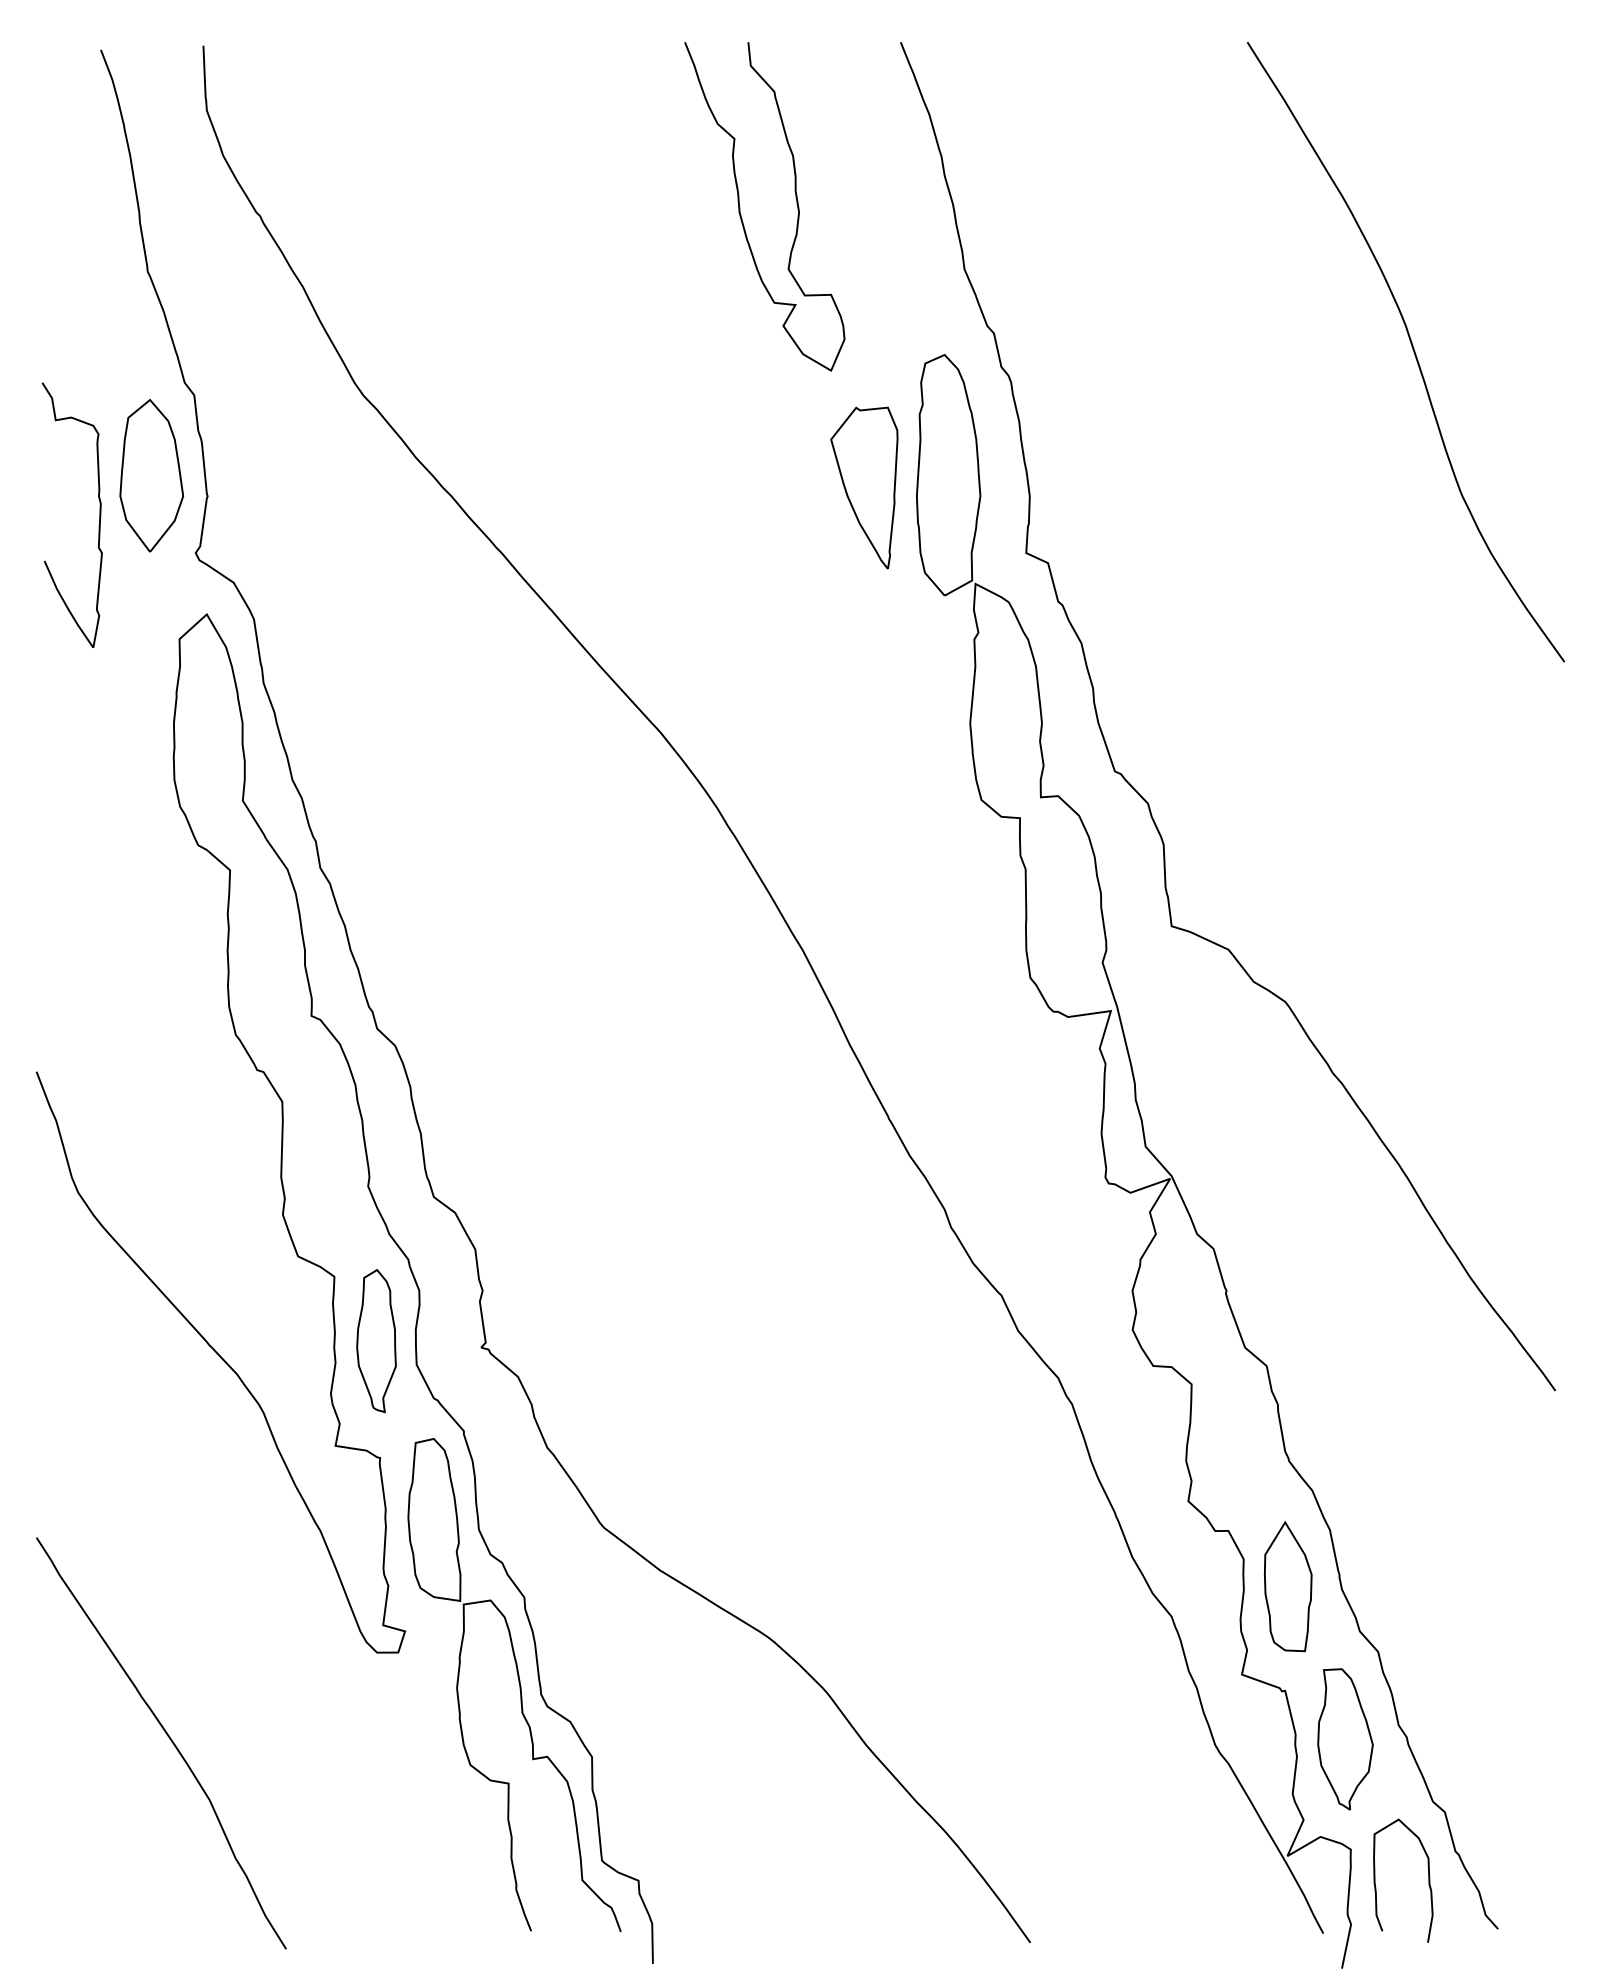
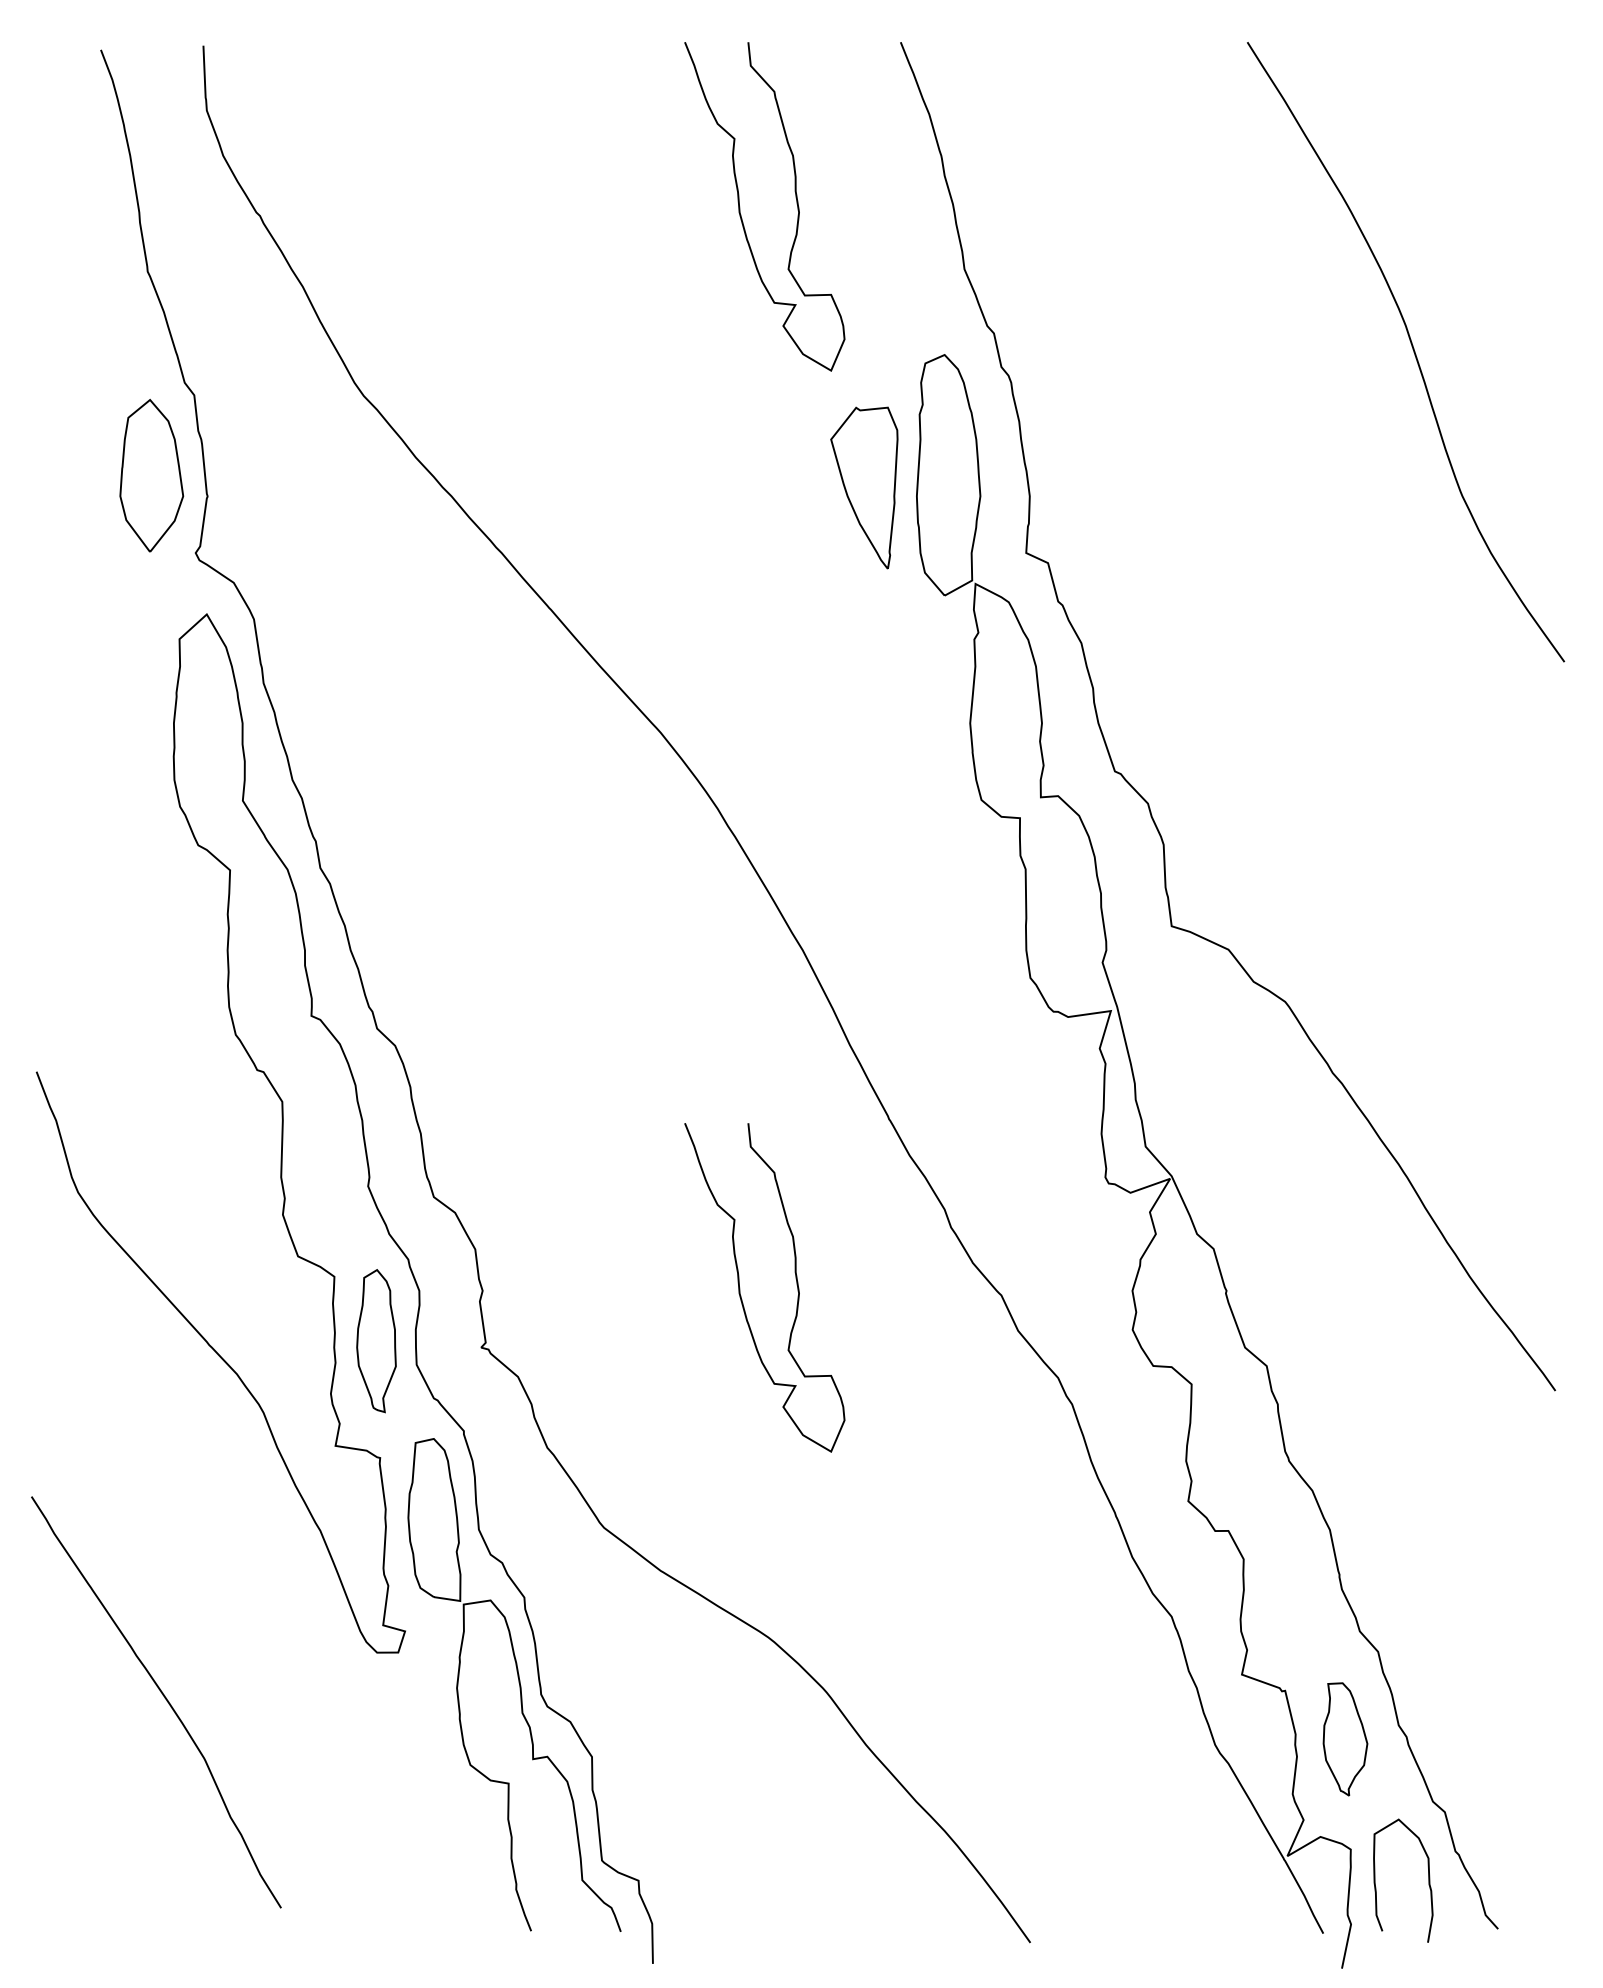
curve at (99, 514): present -> none
curve at (740, 1288): none -> present
part at (1288, 1586): present -> none
curve at (169, 1739) position: (169, 1739) -> (164, 1698)
part at (1345, 1739) size: 57x143 px -> 47x115 px
